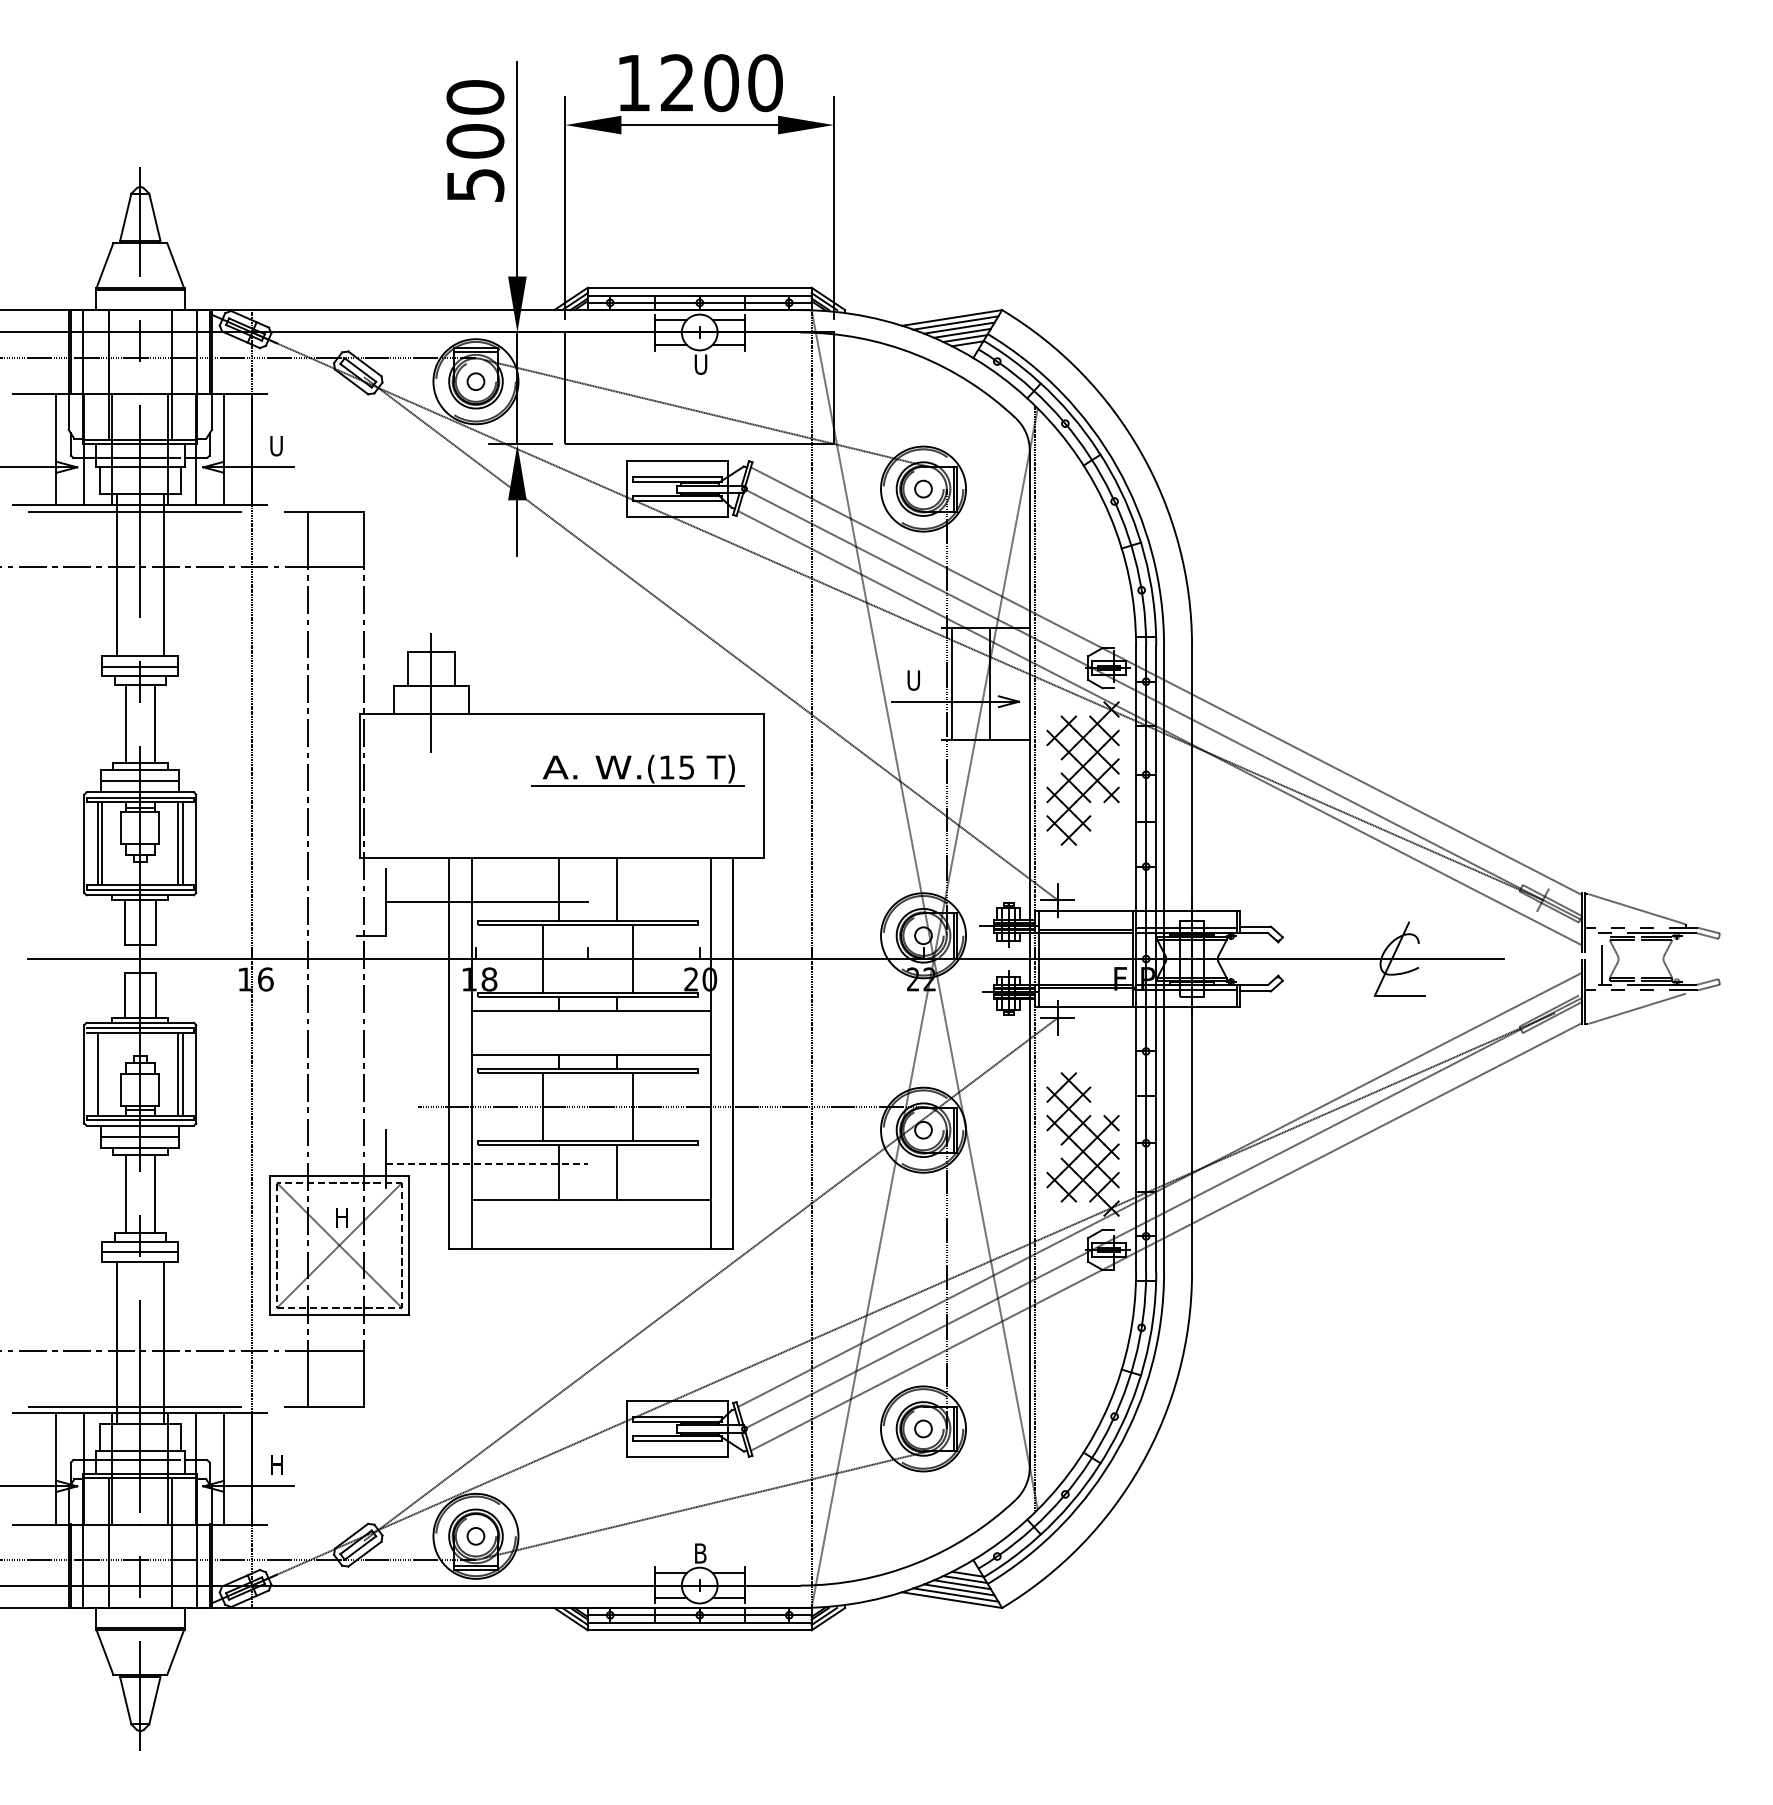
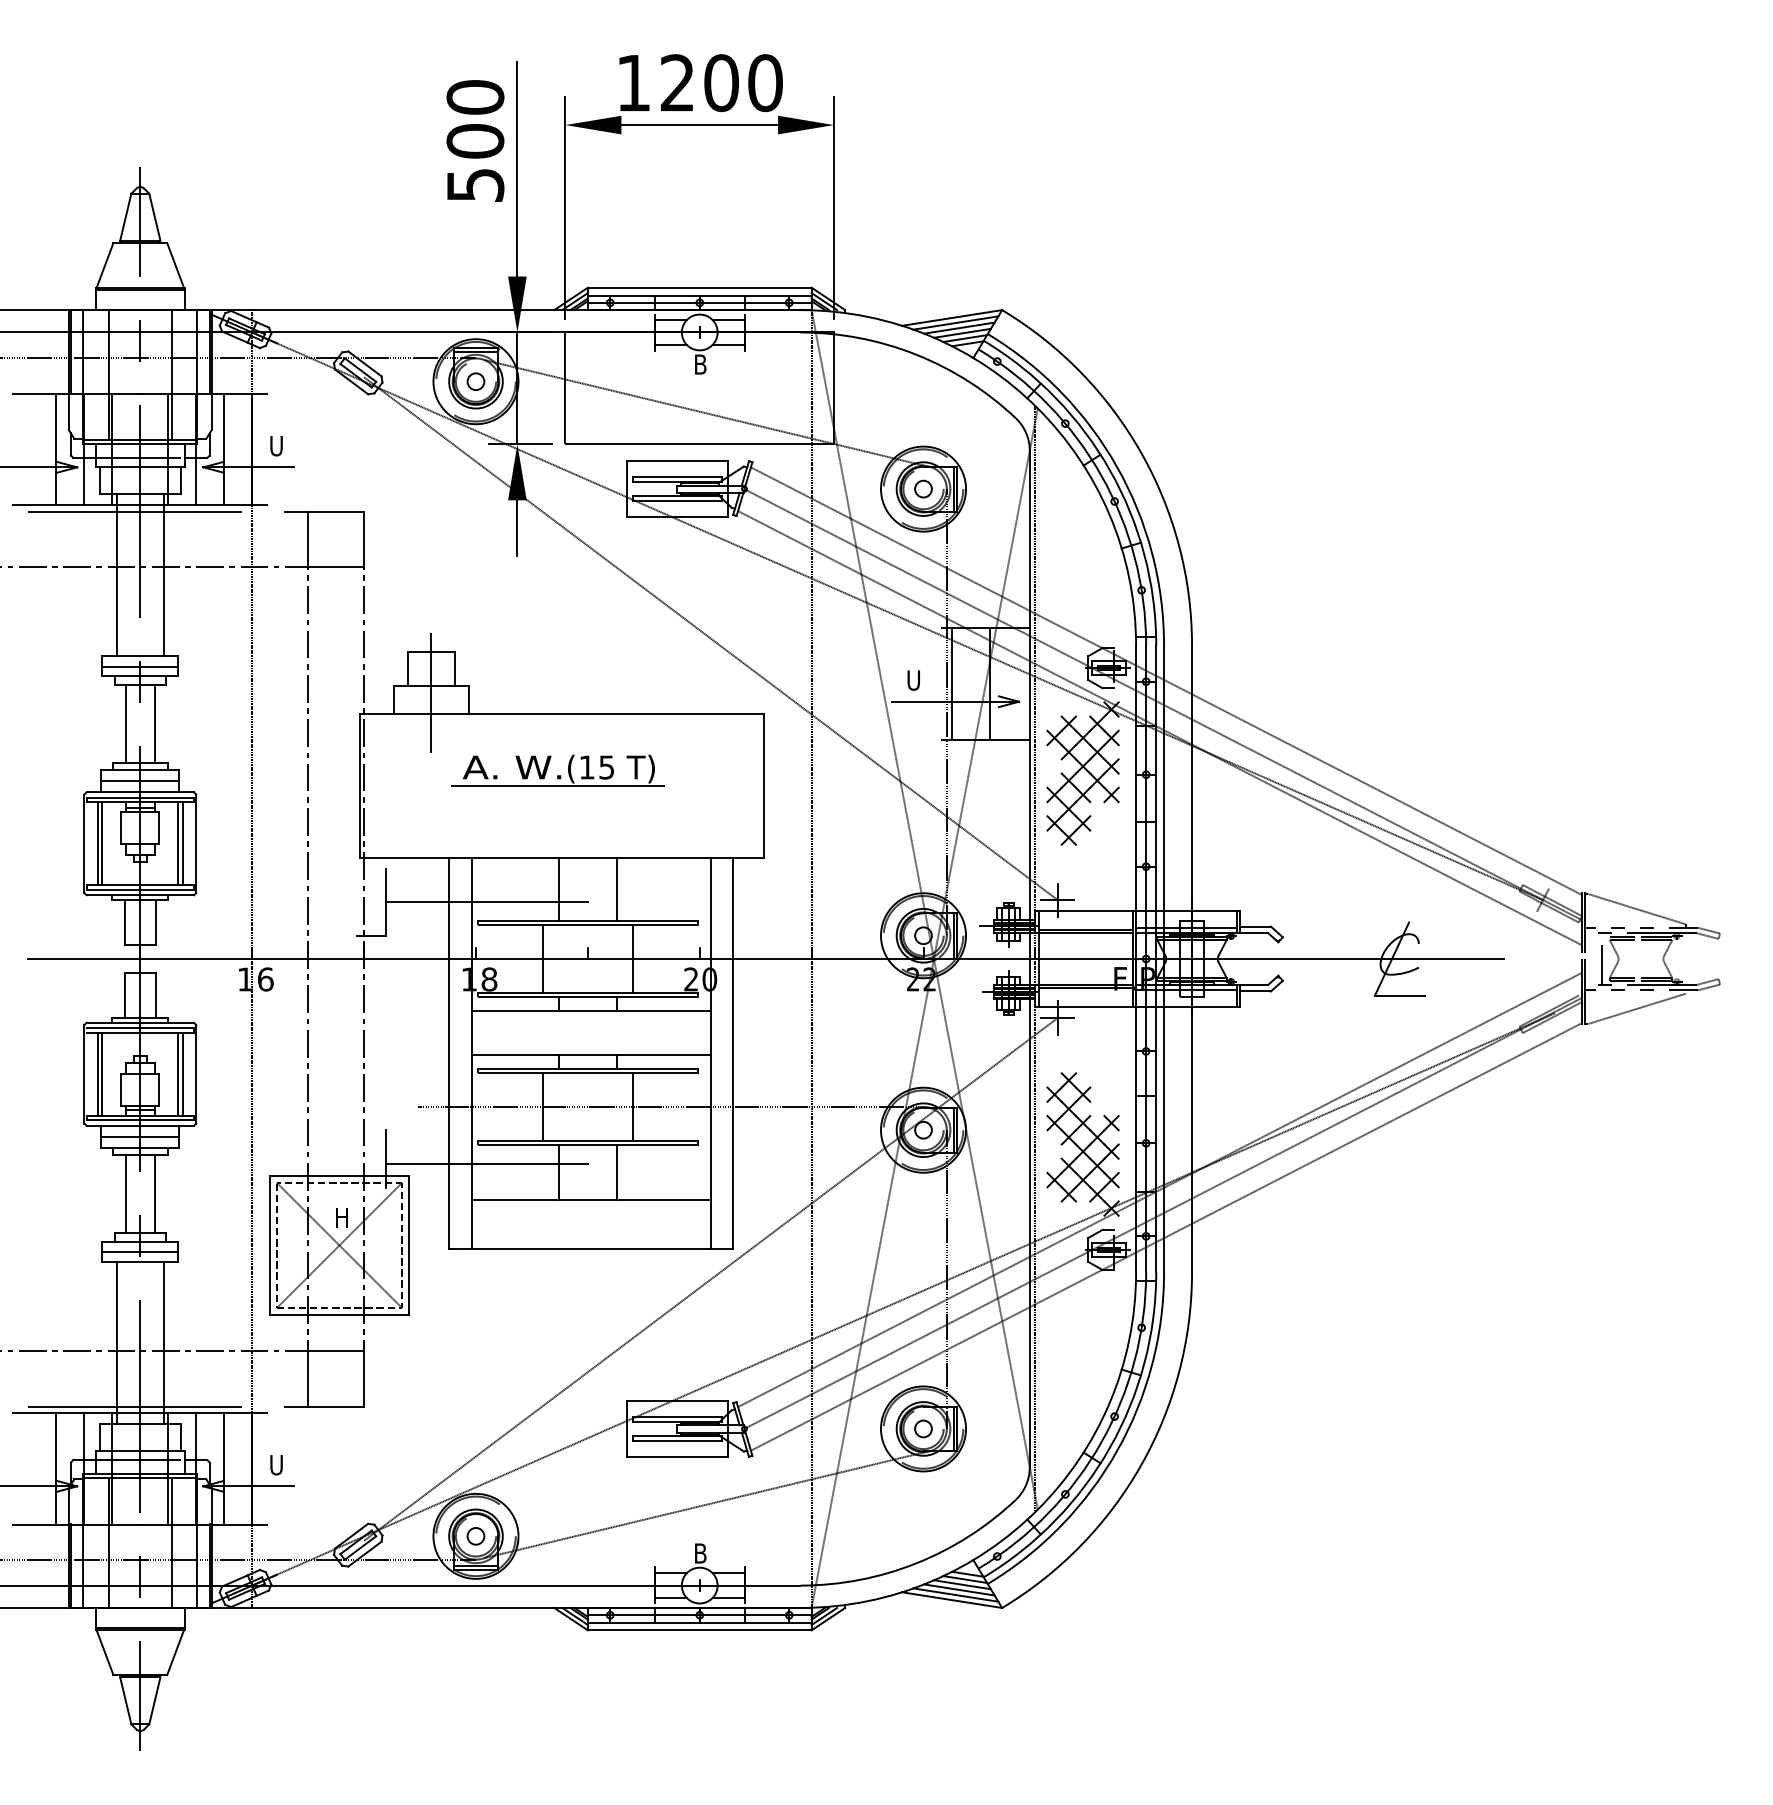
text at (700, 364): U -> B
part at (637, 770) position: (637, 770) -> (557, 770)
line at (102, 1073): none -> present
line at (487, 1163): dashed -> solid
text at (276, 1465): H -> U
